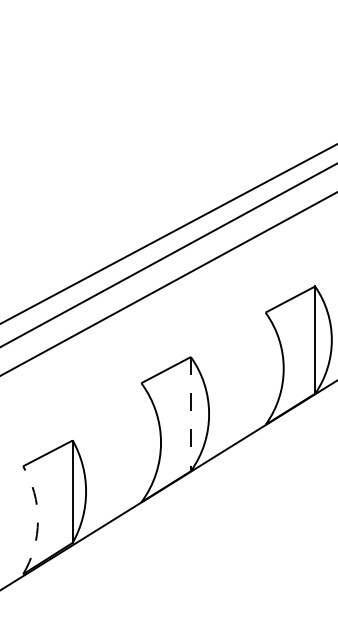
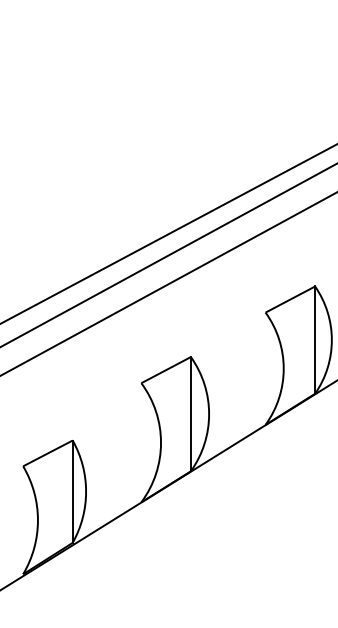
line at (190, 414): dashed -> solid
arc at (37, 520): dashed -> solid
